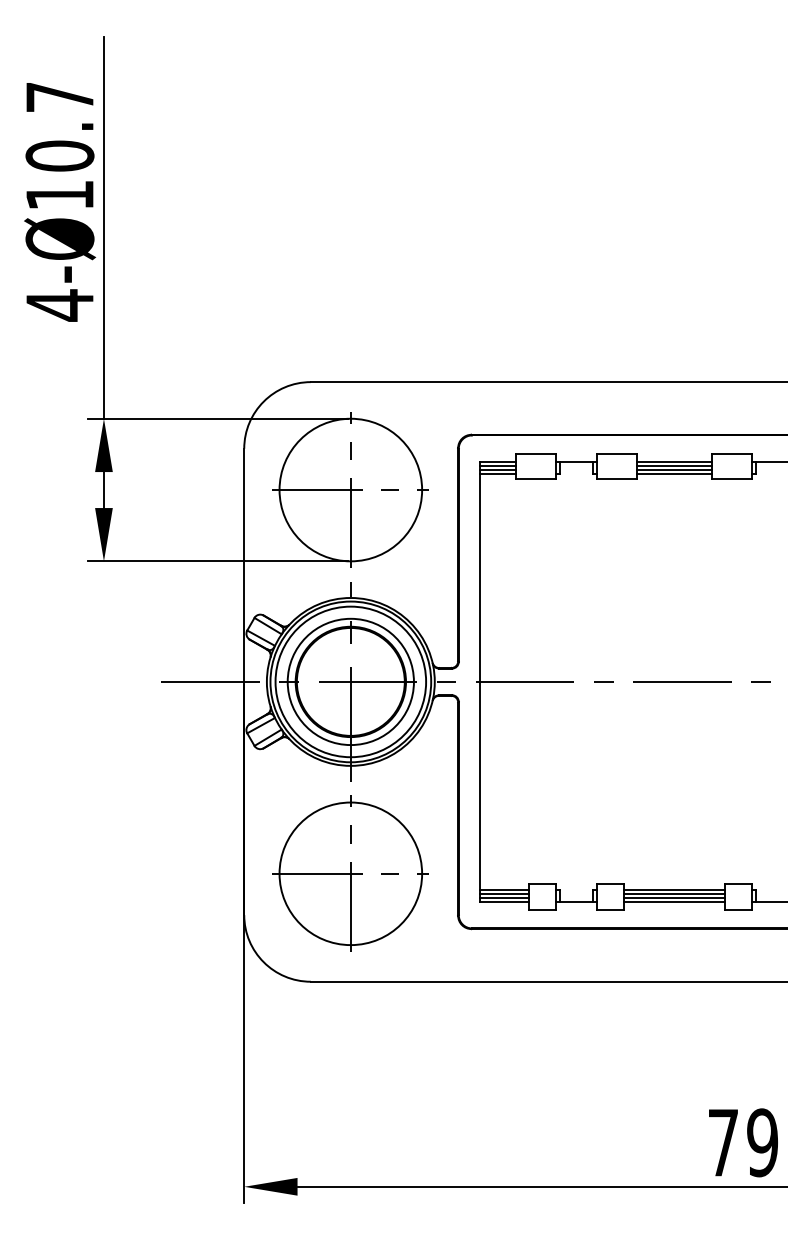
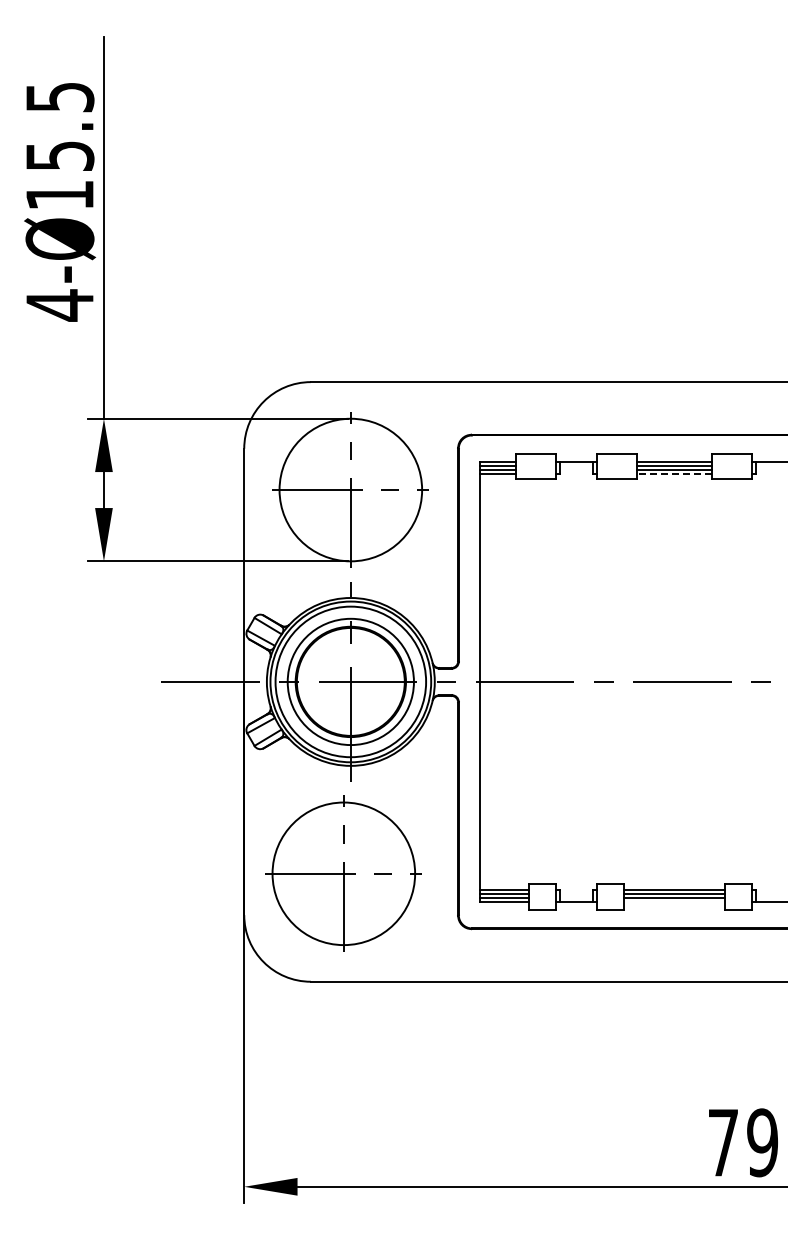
text at (59, 127): 4-Ø10.7 -> 4-Ø15.5
line at (674, 474): solid -> dashed
part at (350, 873) position: (350, 873) -> (343, 873)
line at (674, 901): present -> none
